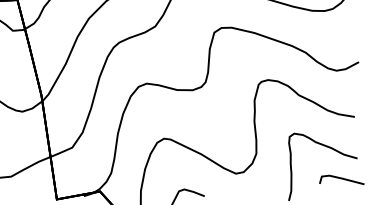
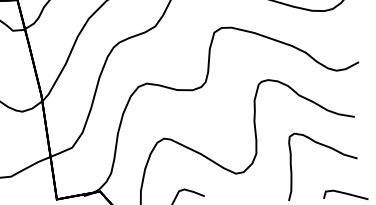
line at (341, 179) position: (341, 179) -> (345, 194)
